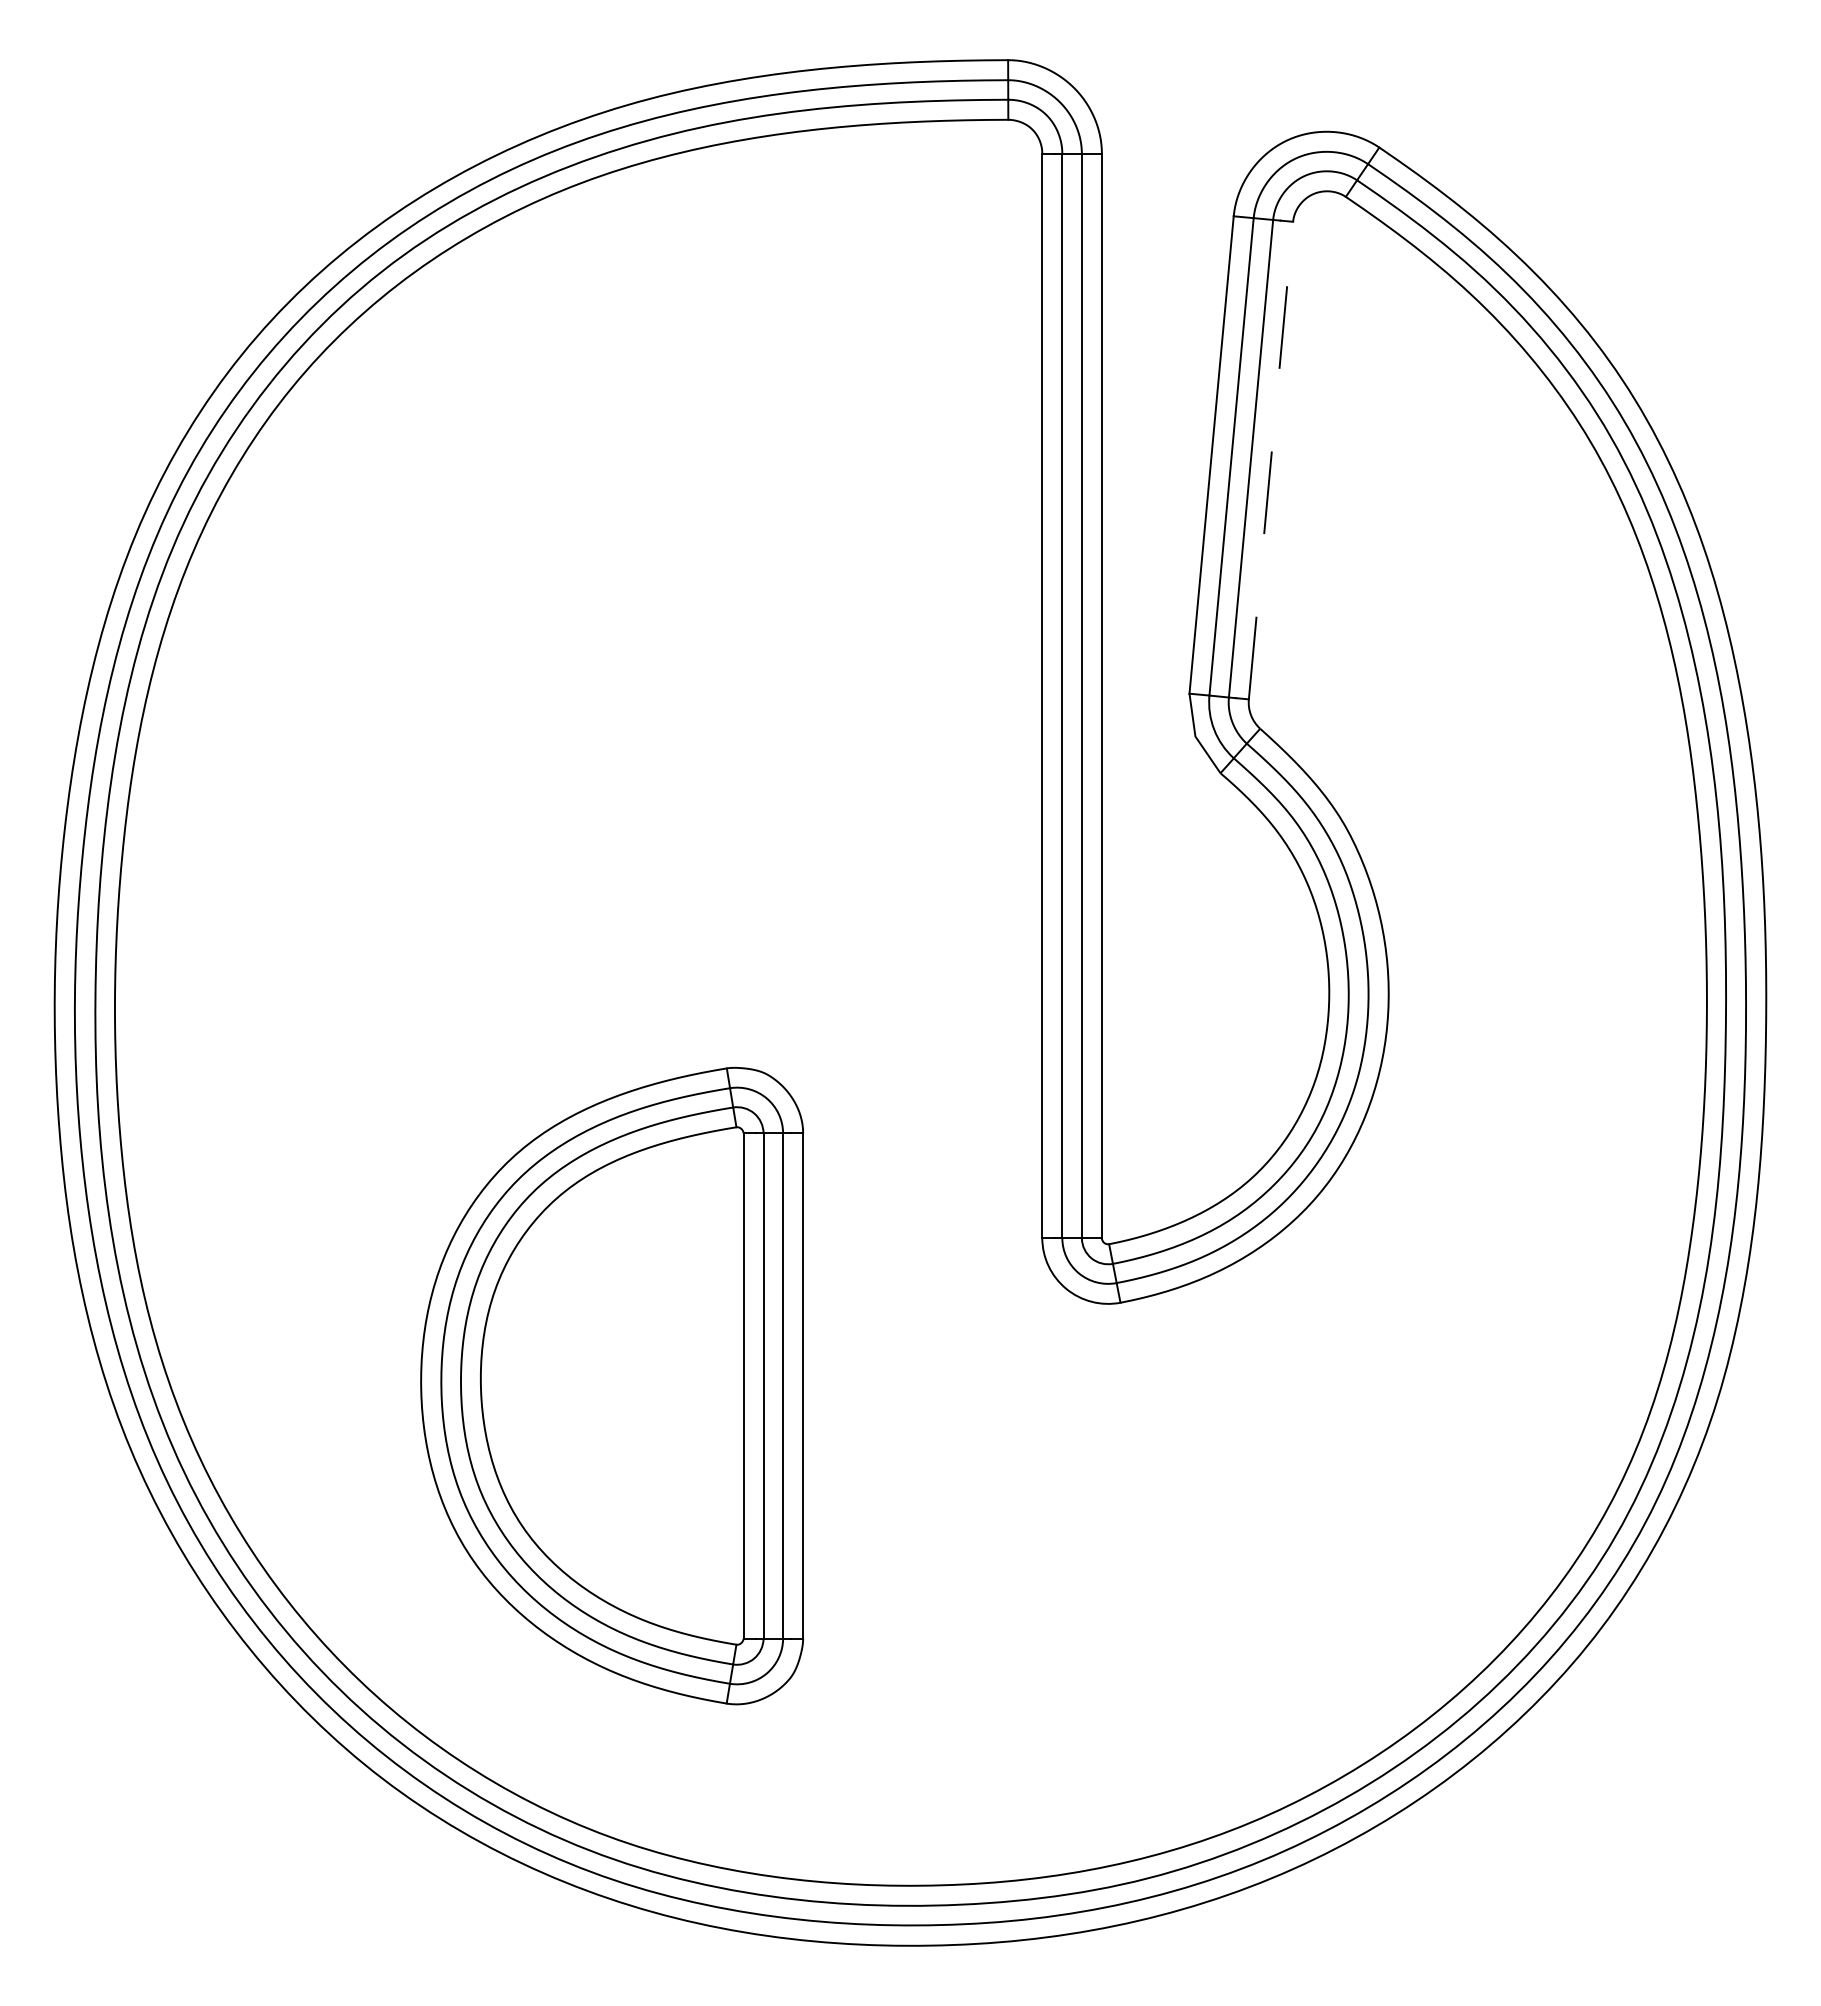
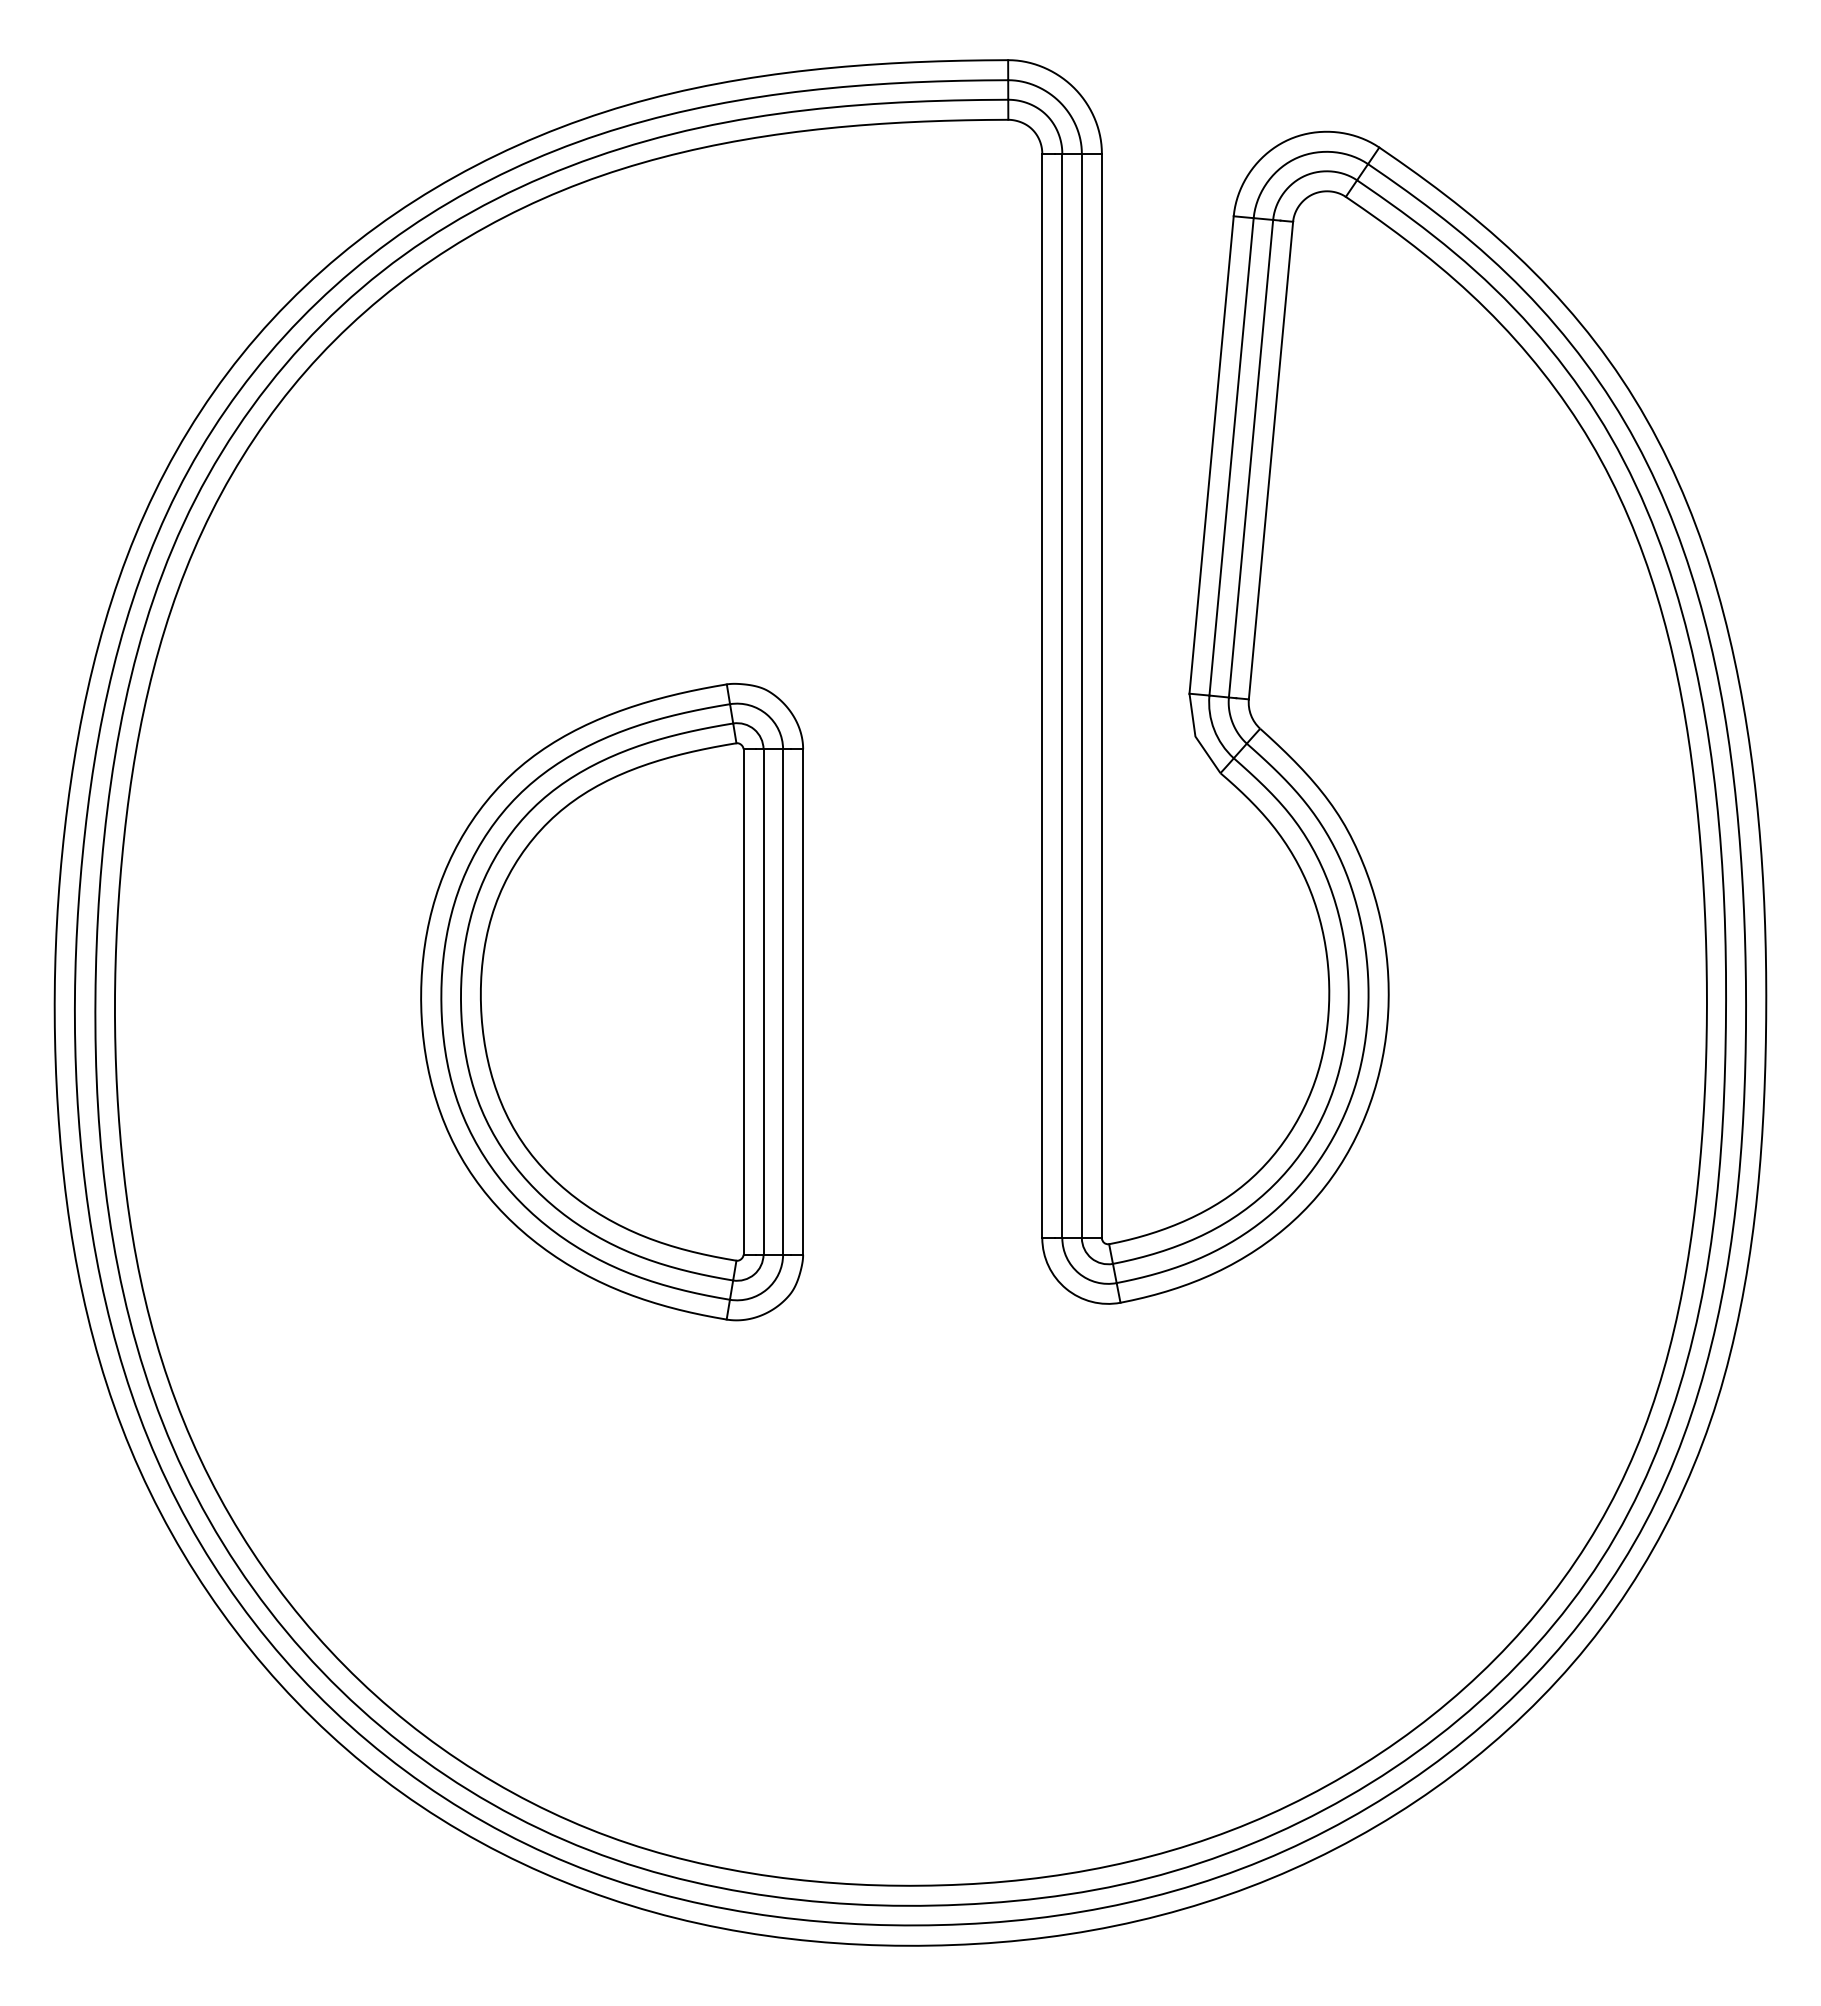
line at (1270, 460): dashed -> solid
part at (611, 1385) position: (611, 1385) -> (611, 1001)
